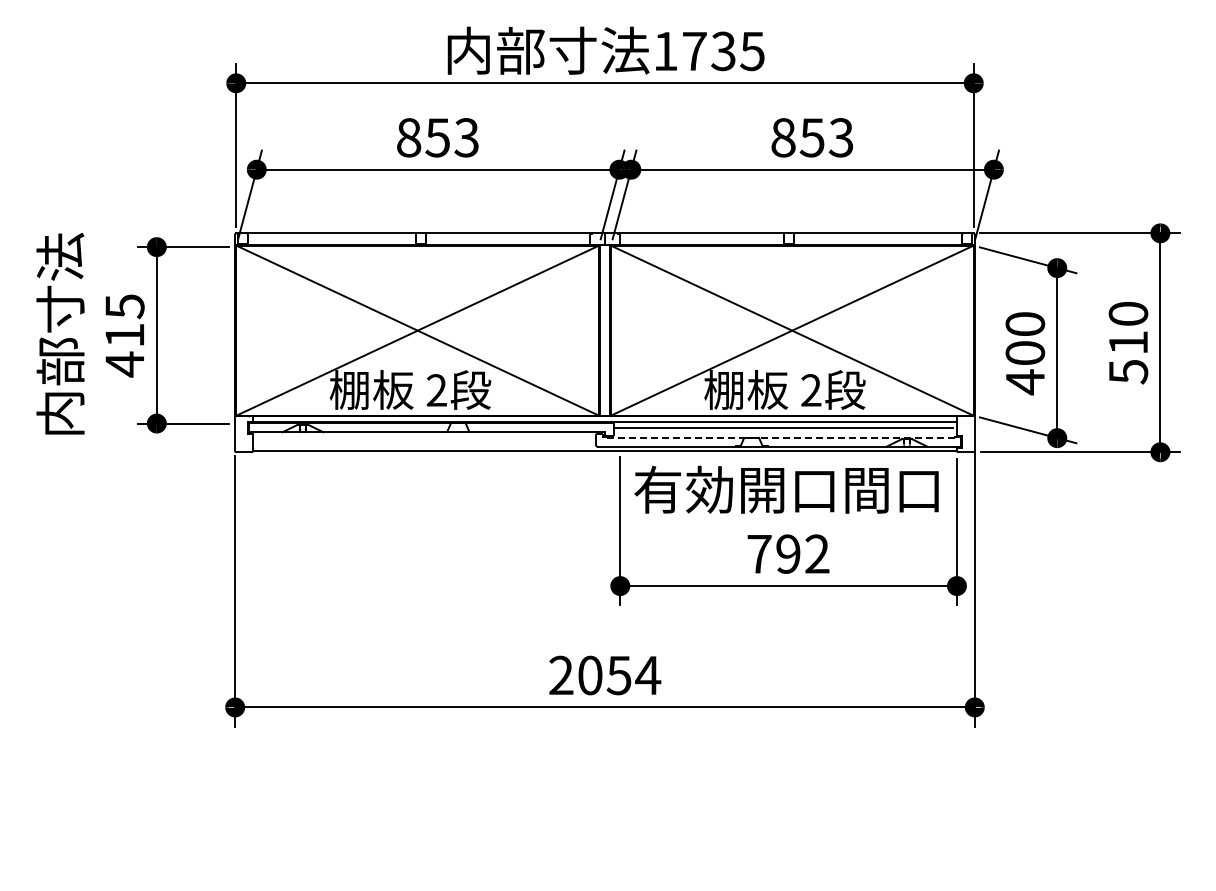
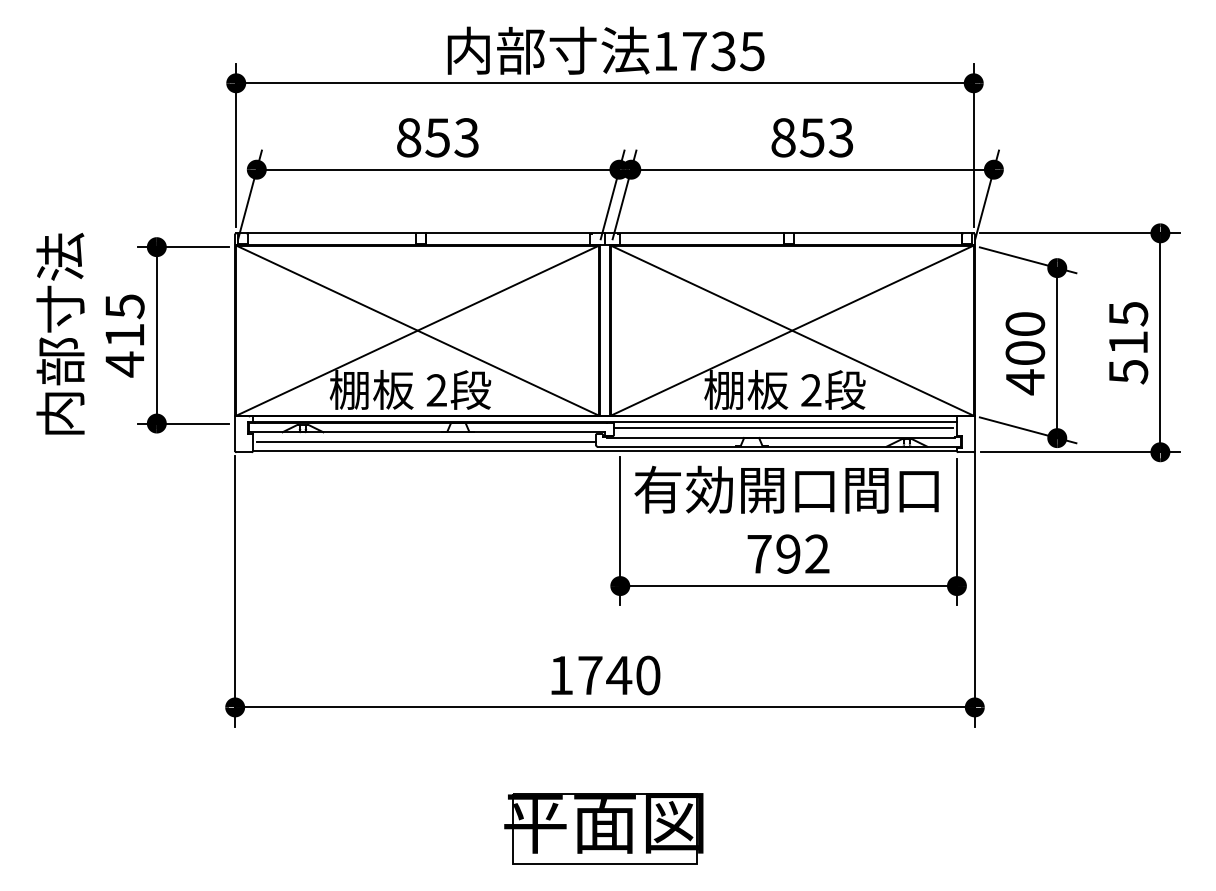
text at (1128, 314): 510 -> 515
line at (780, 437): dashed -> solid
line at (426, 442): none -> present
text at (605, 675): 2054 -> 1740
part at (603, 828): none -> present
